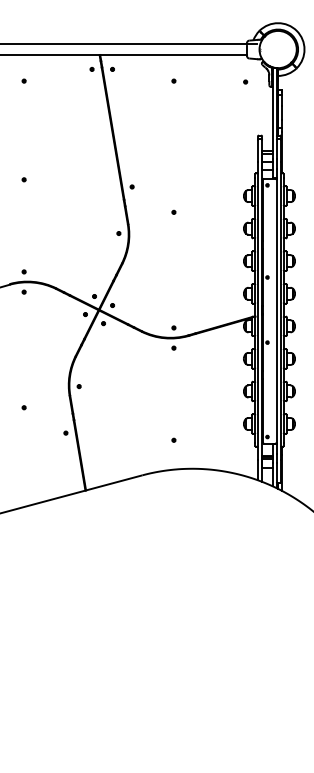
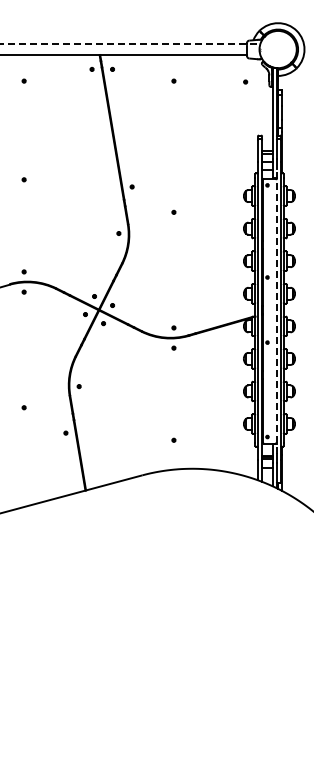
line at (128, 44): solid -> dashed
line at (276, 310): solid -> dashed
